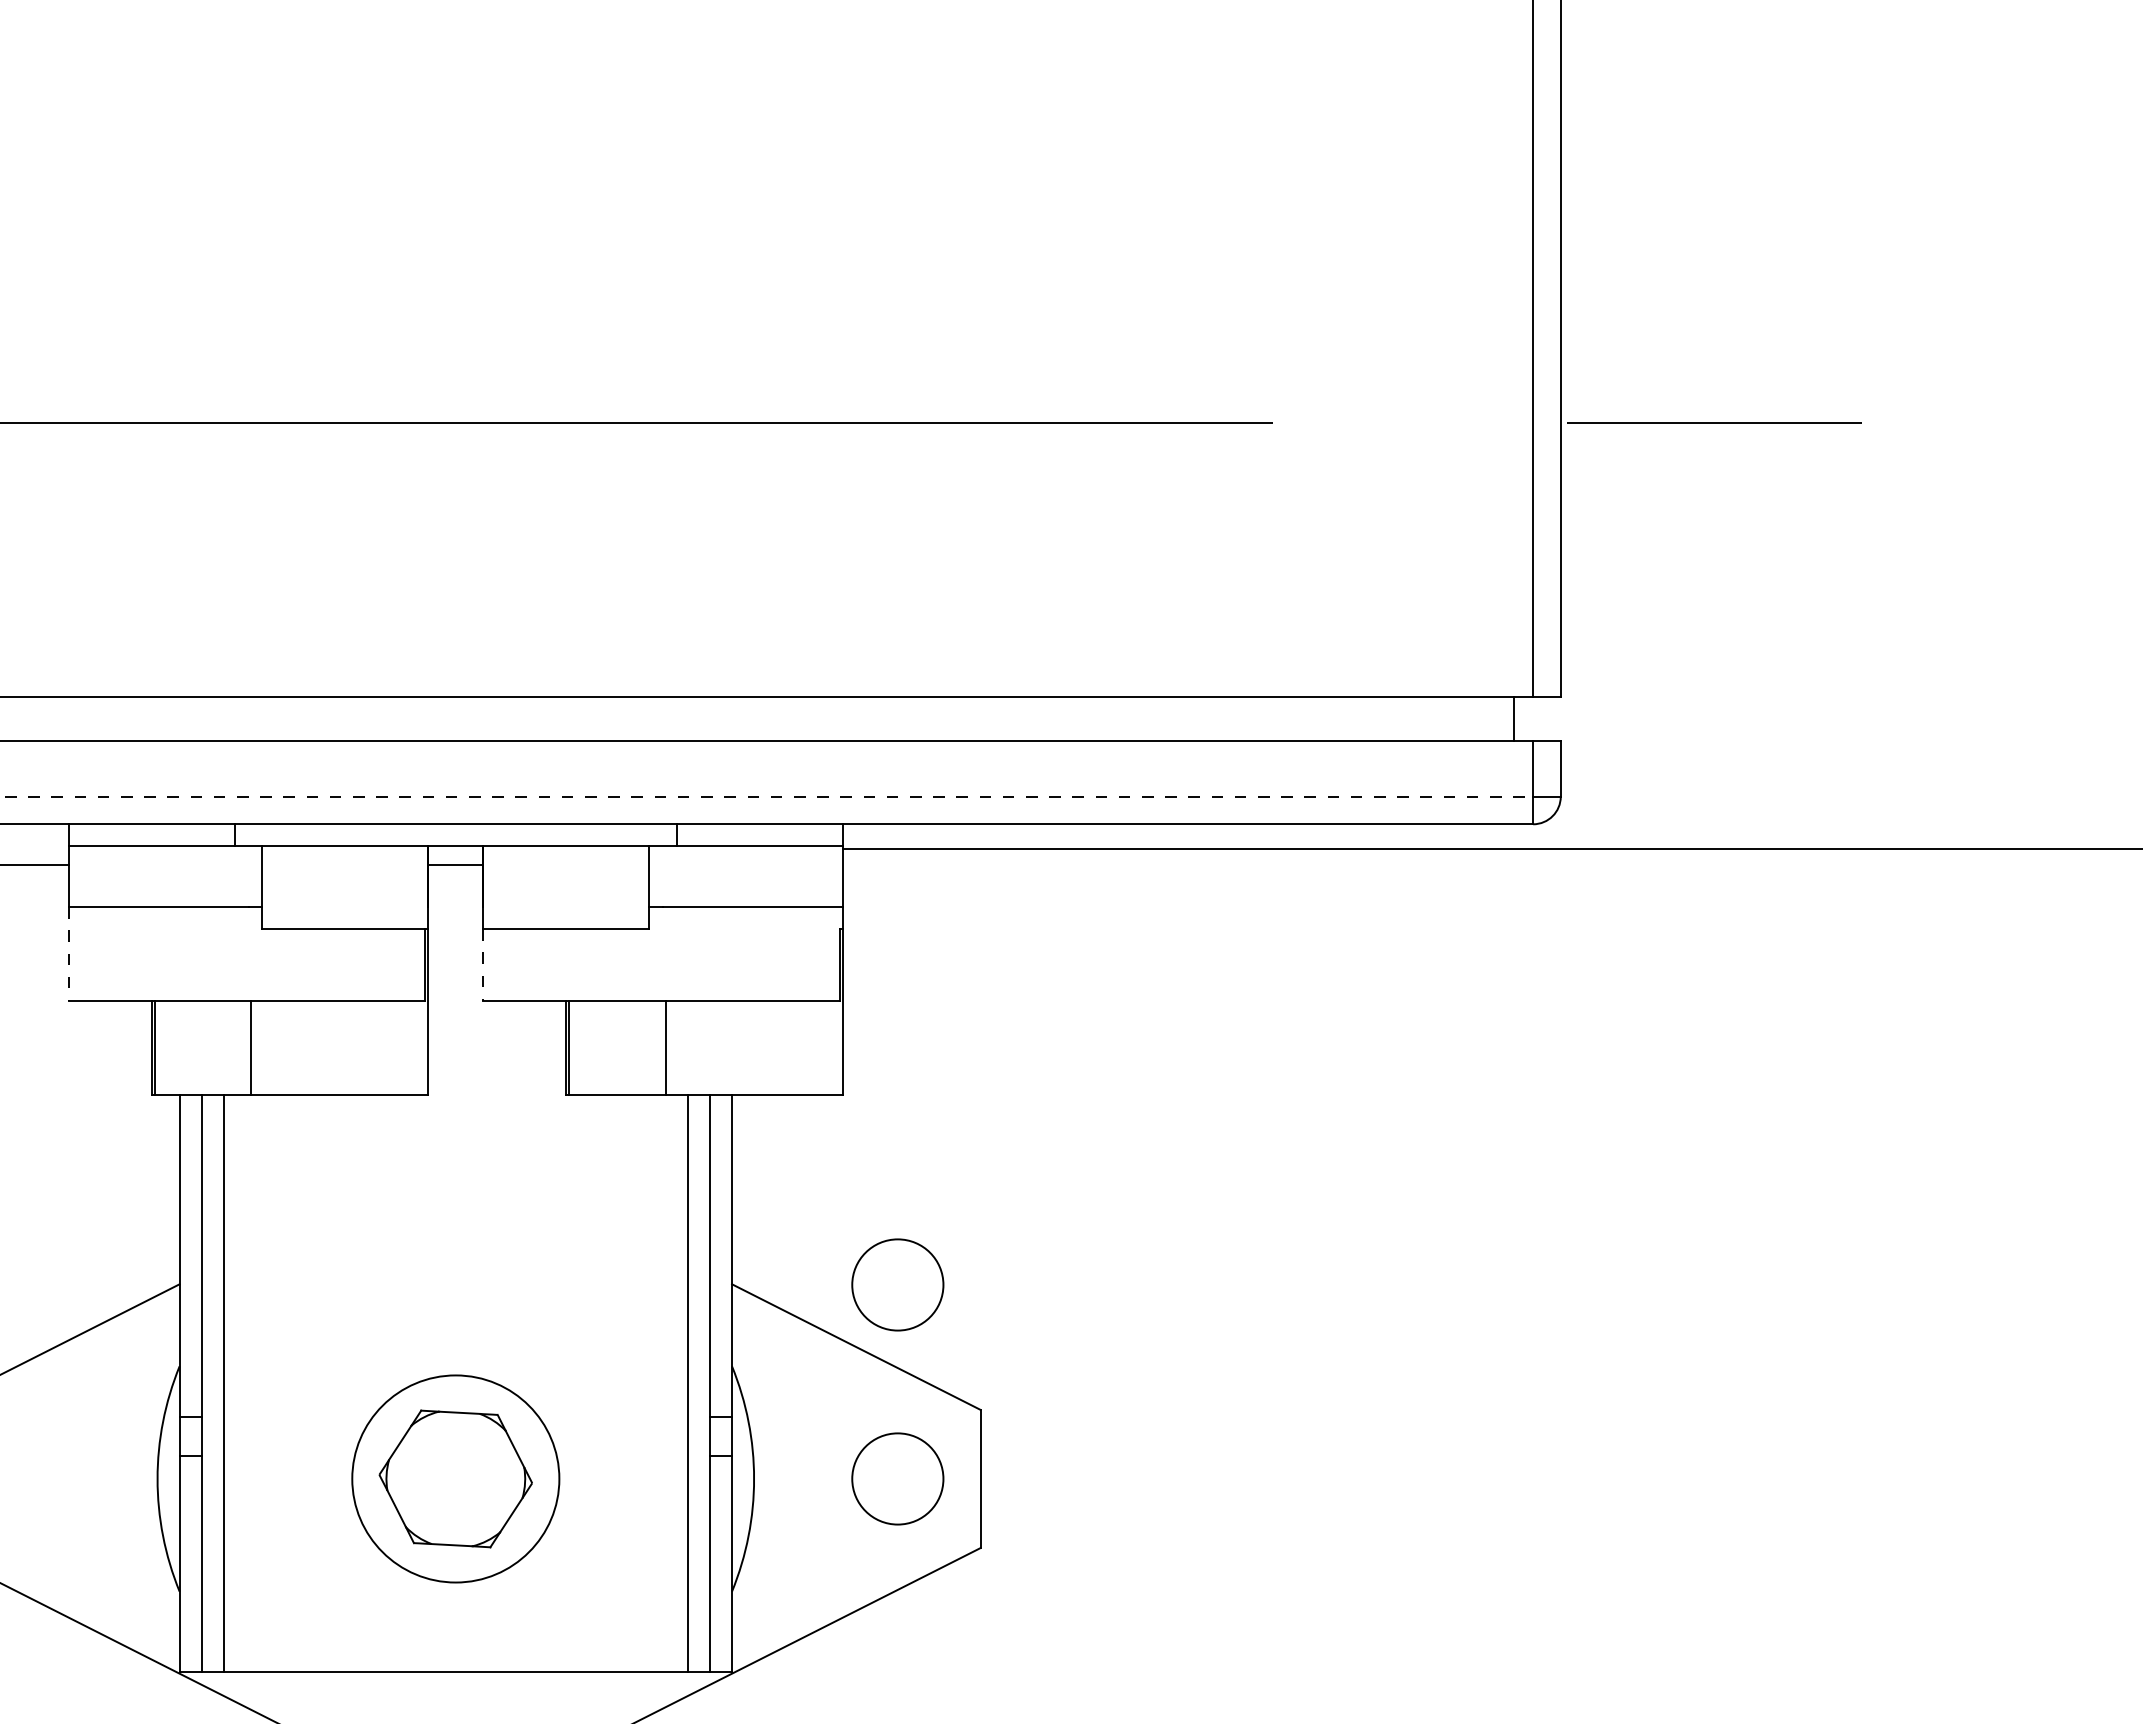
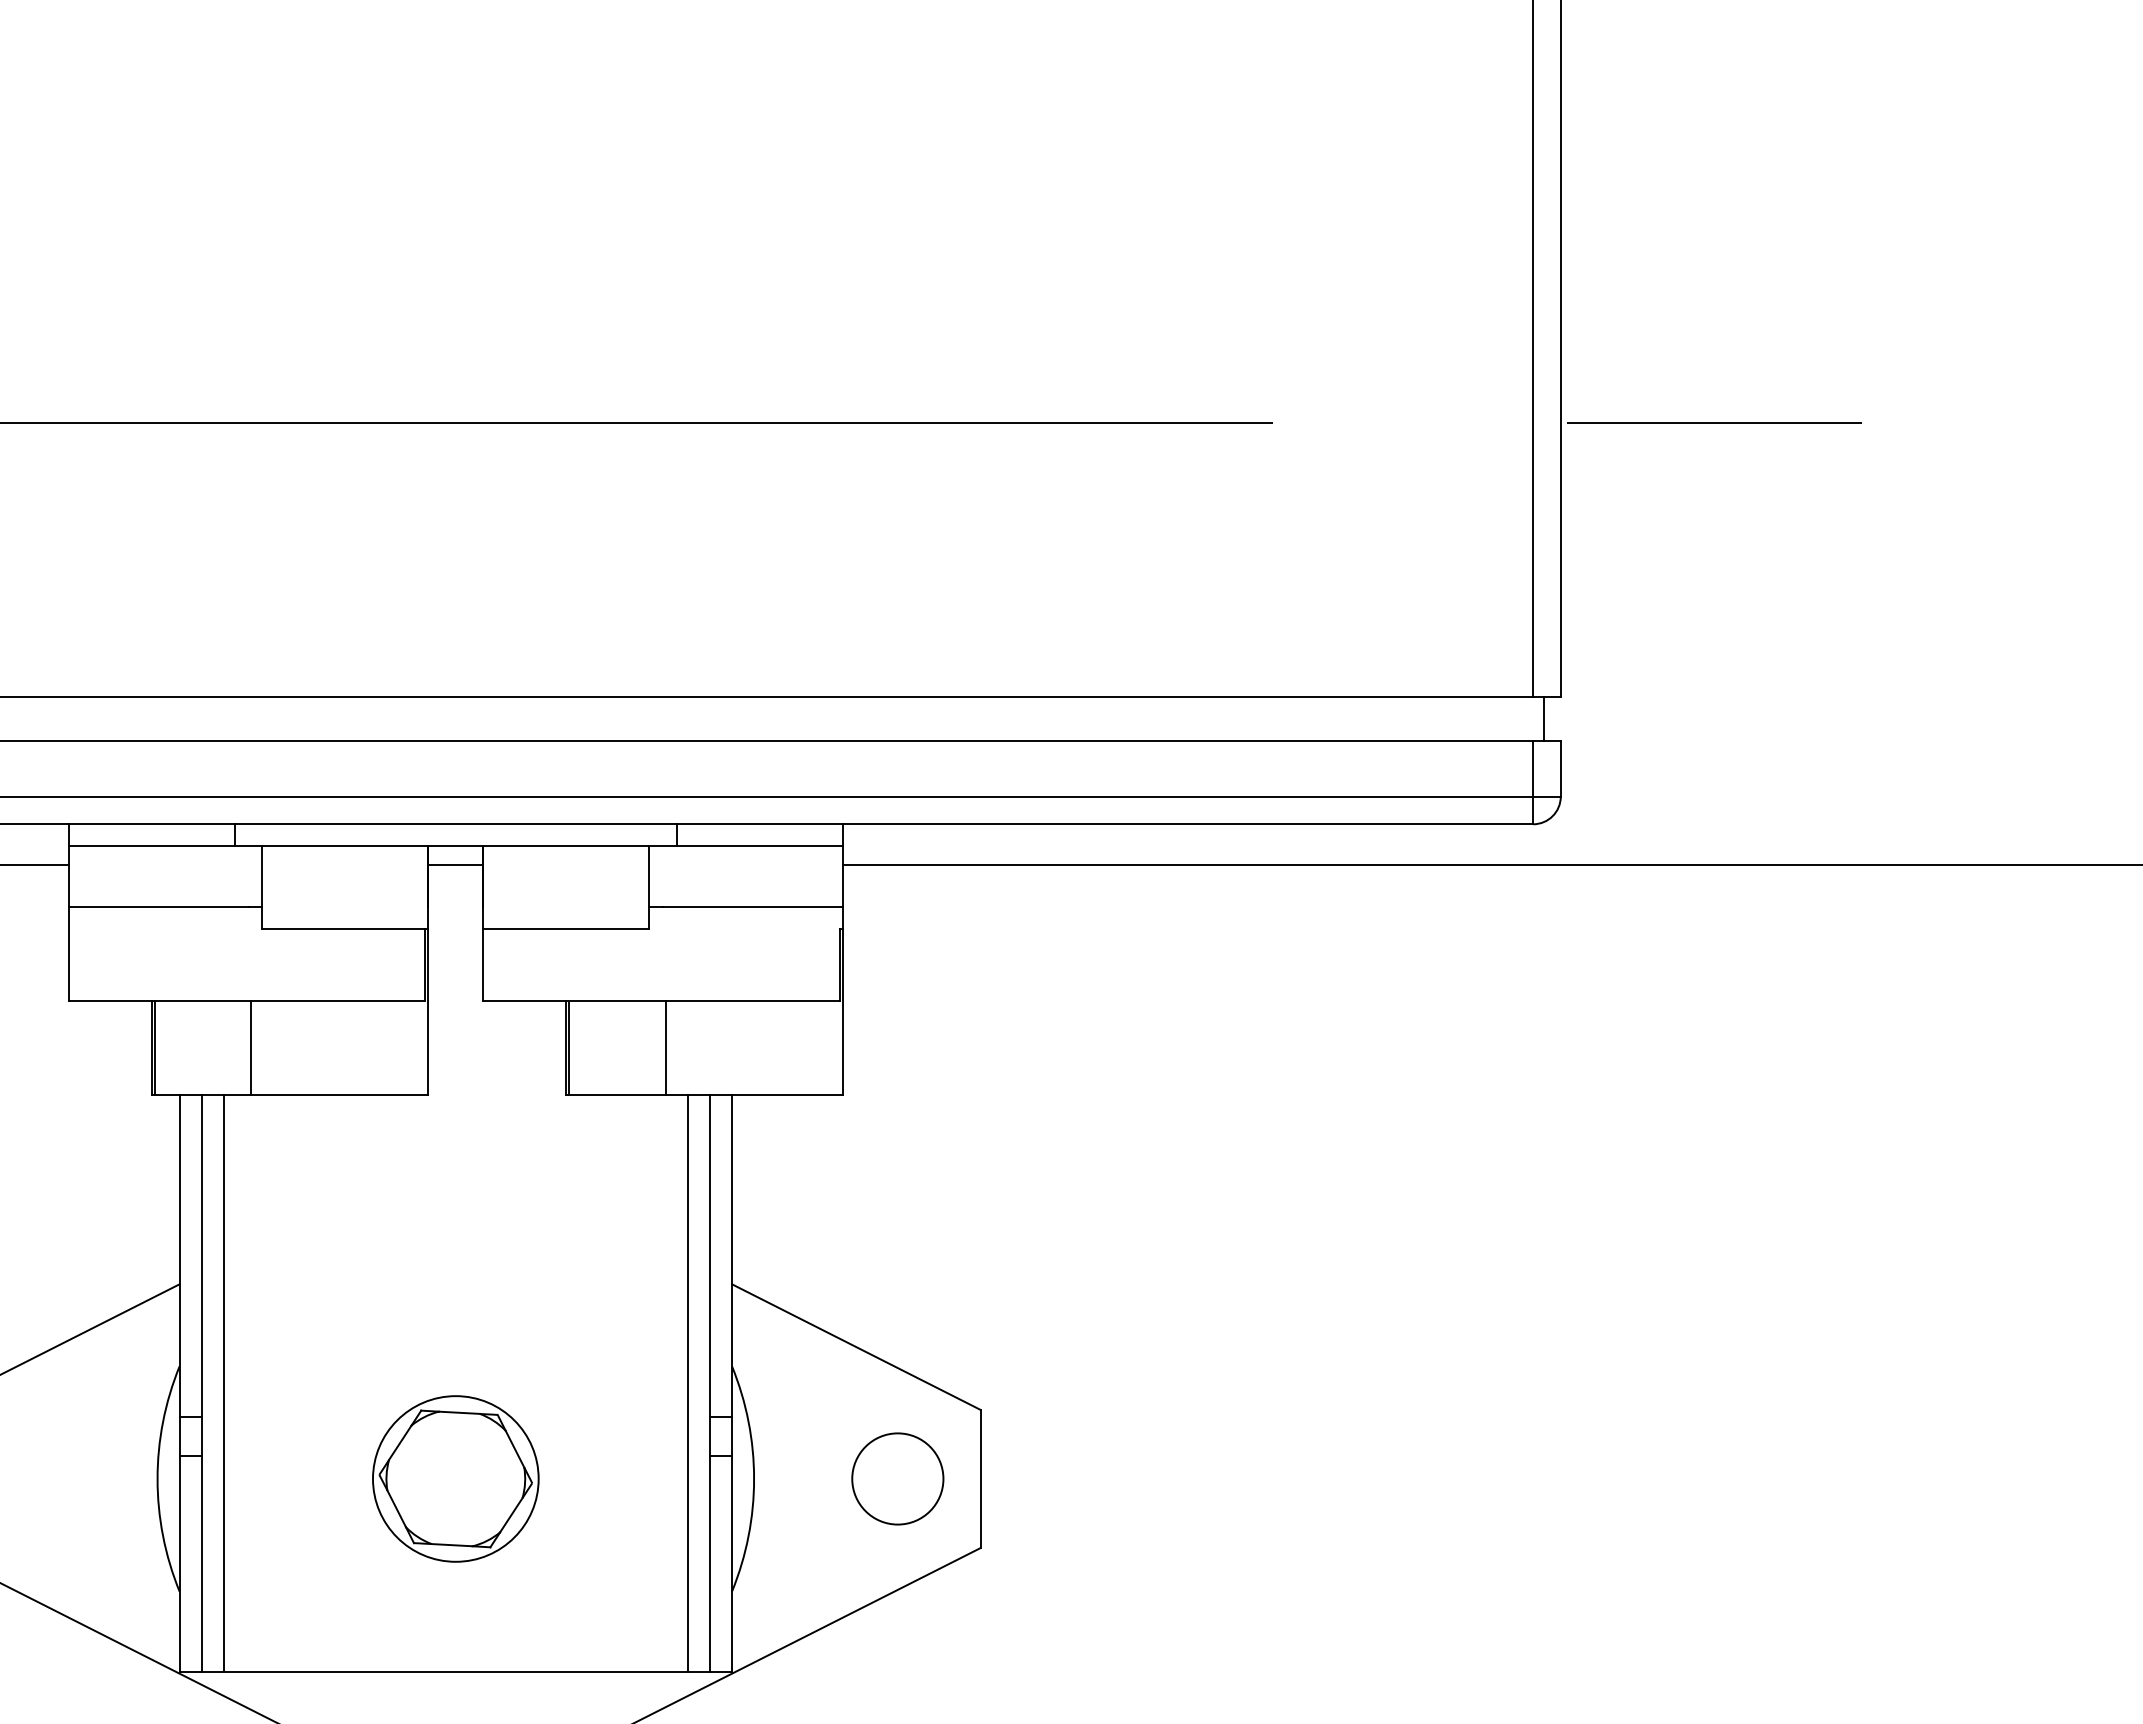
line at (1514, 719) position: (1514, 719) -> (1544, 719)
line at (767, 796): dashed -> solid
line at (1490, 849) position: (1490, 849) -> (1490, 865)
line at (69, 954): dashed -> solid
line at (483, 965): dashed -> solid
circle at (897, 1284): present -> none
circle at (455, 1478) diameter: 207 px -> 166 px
